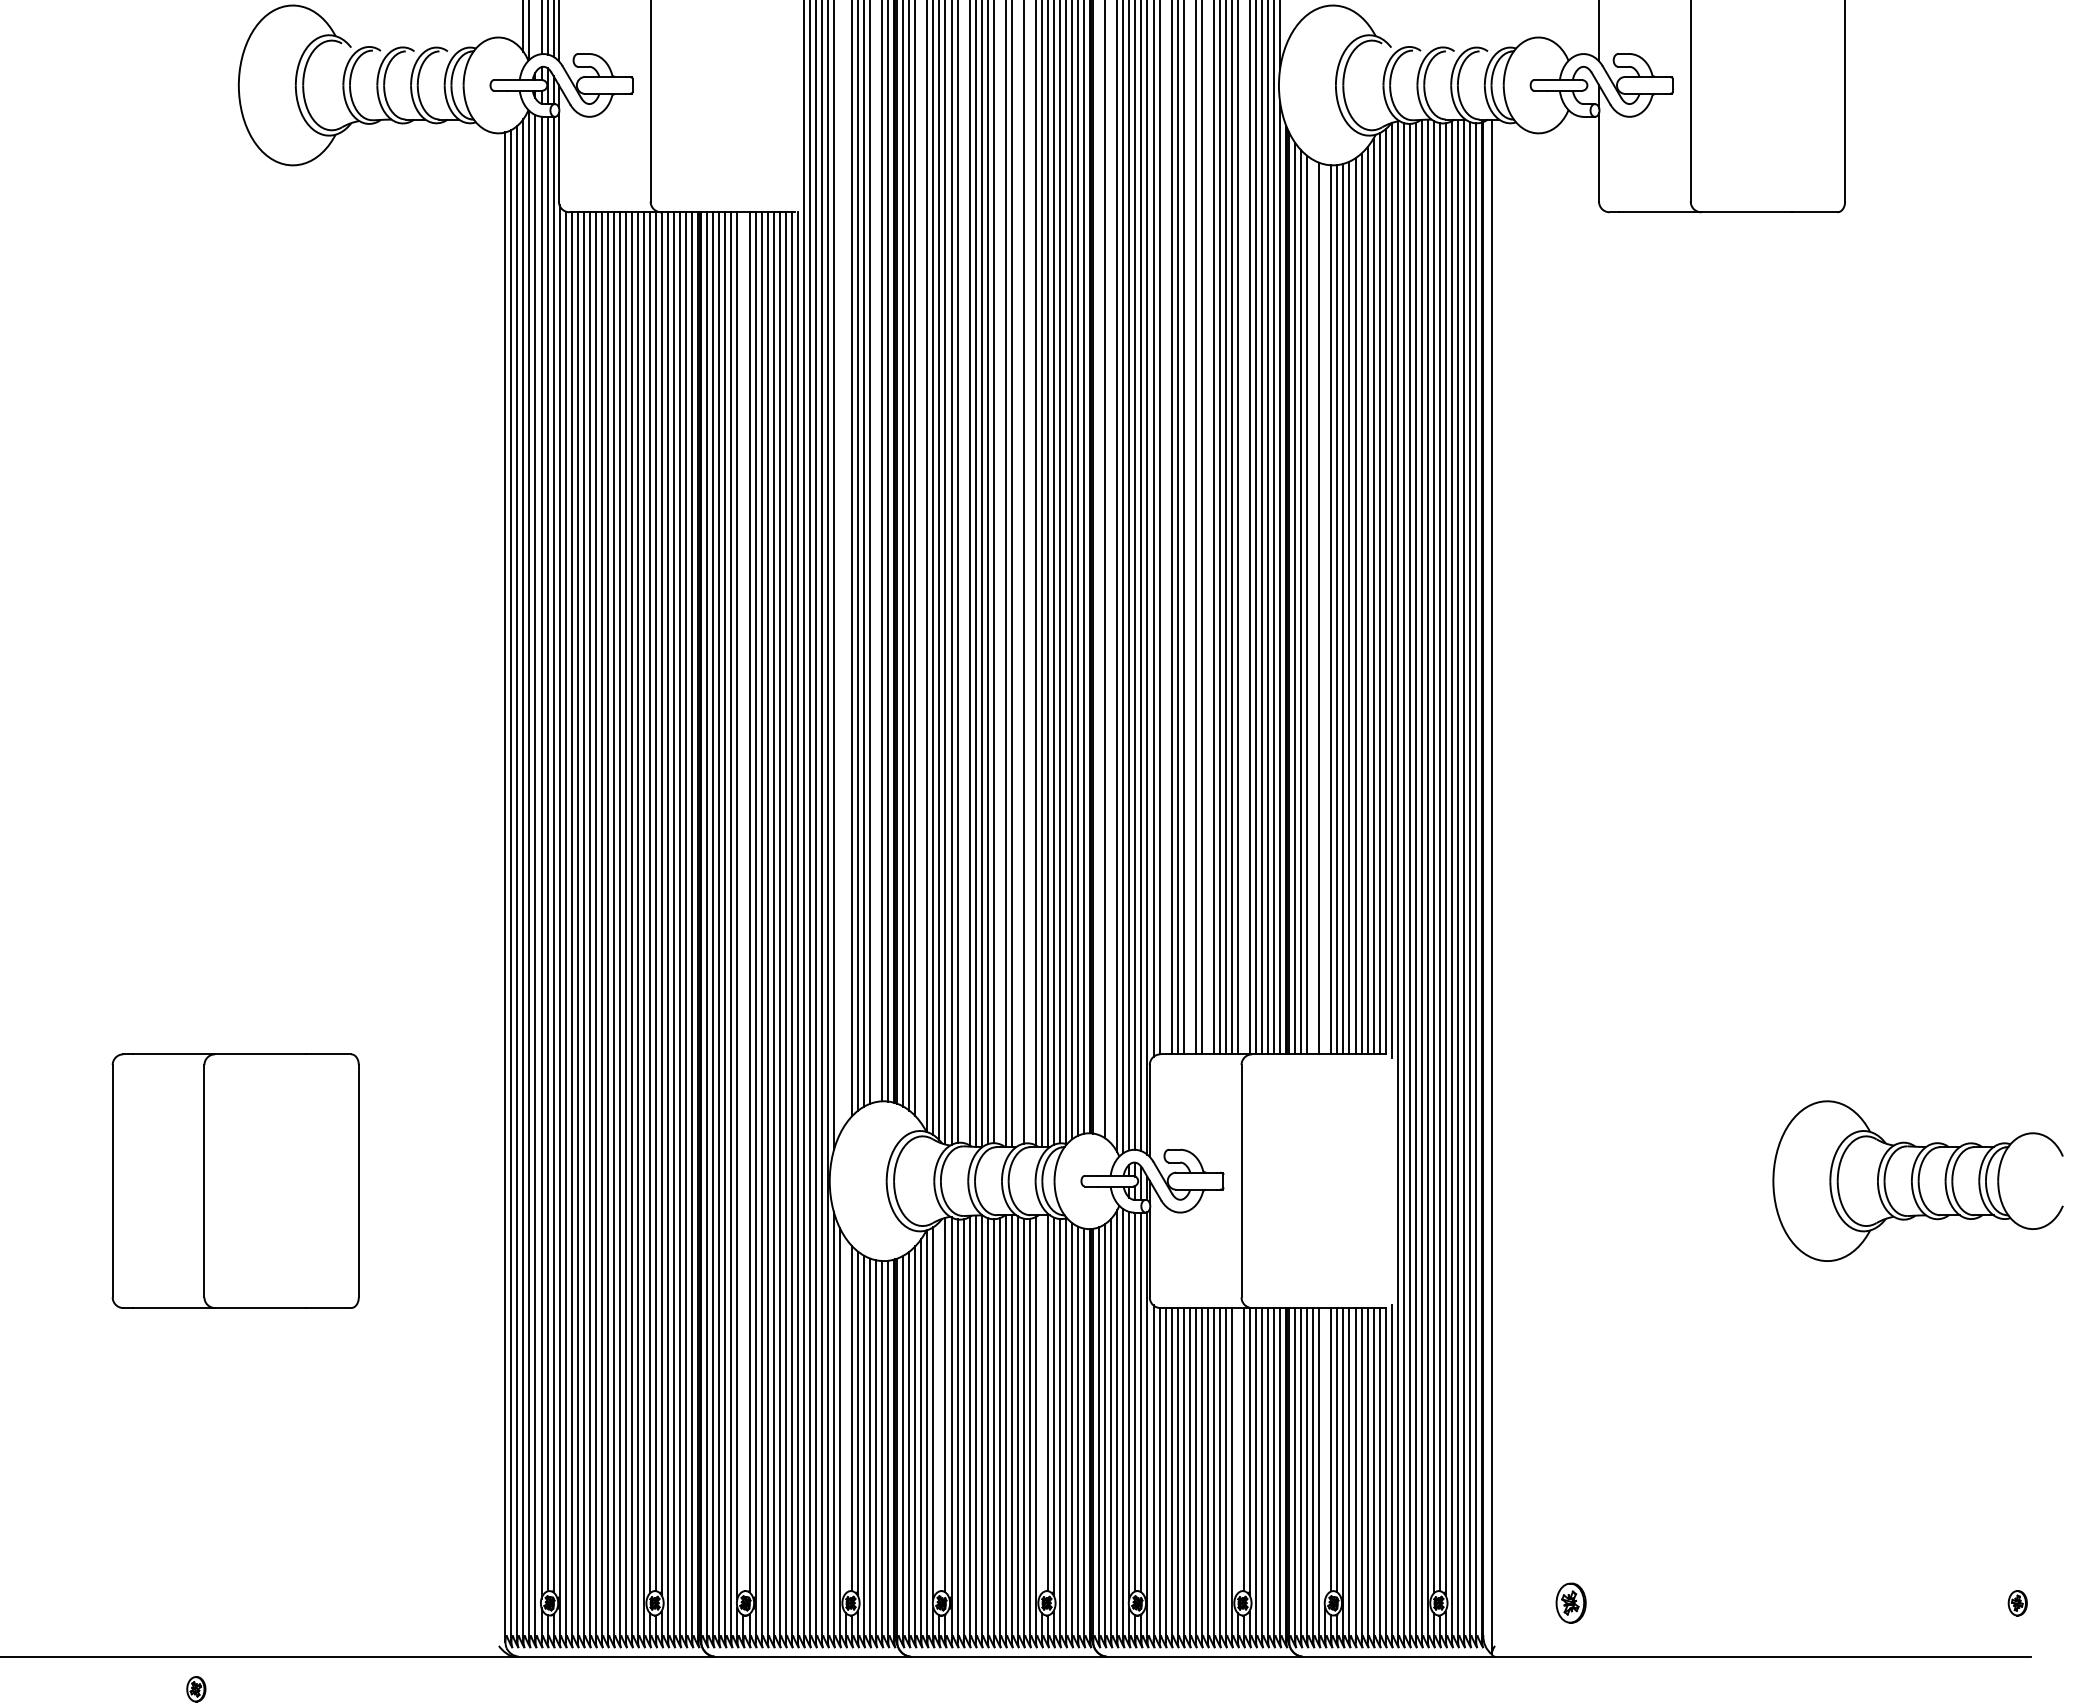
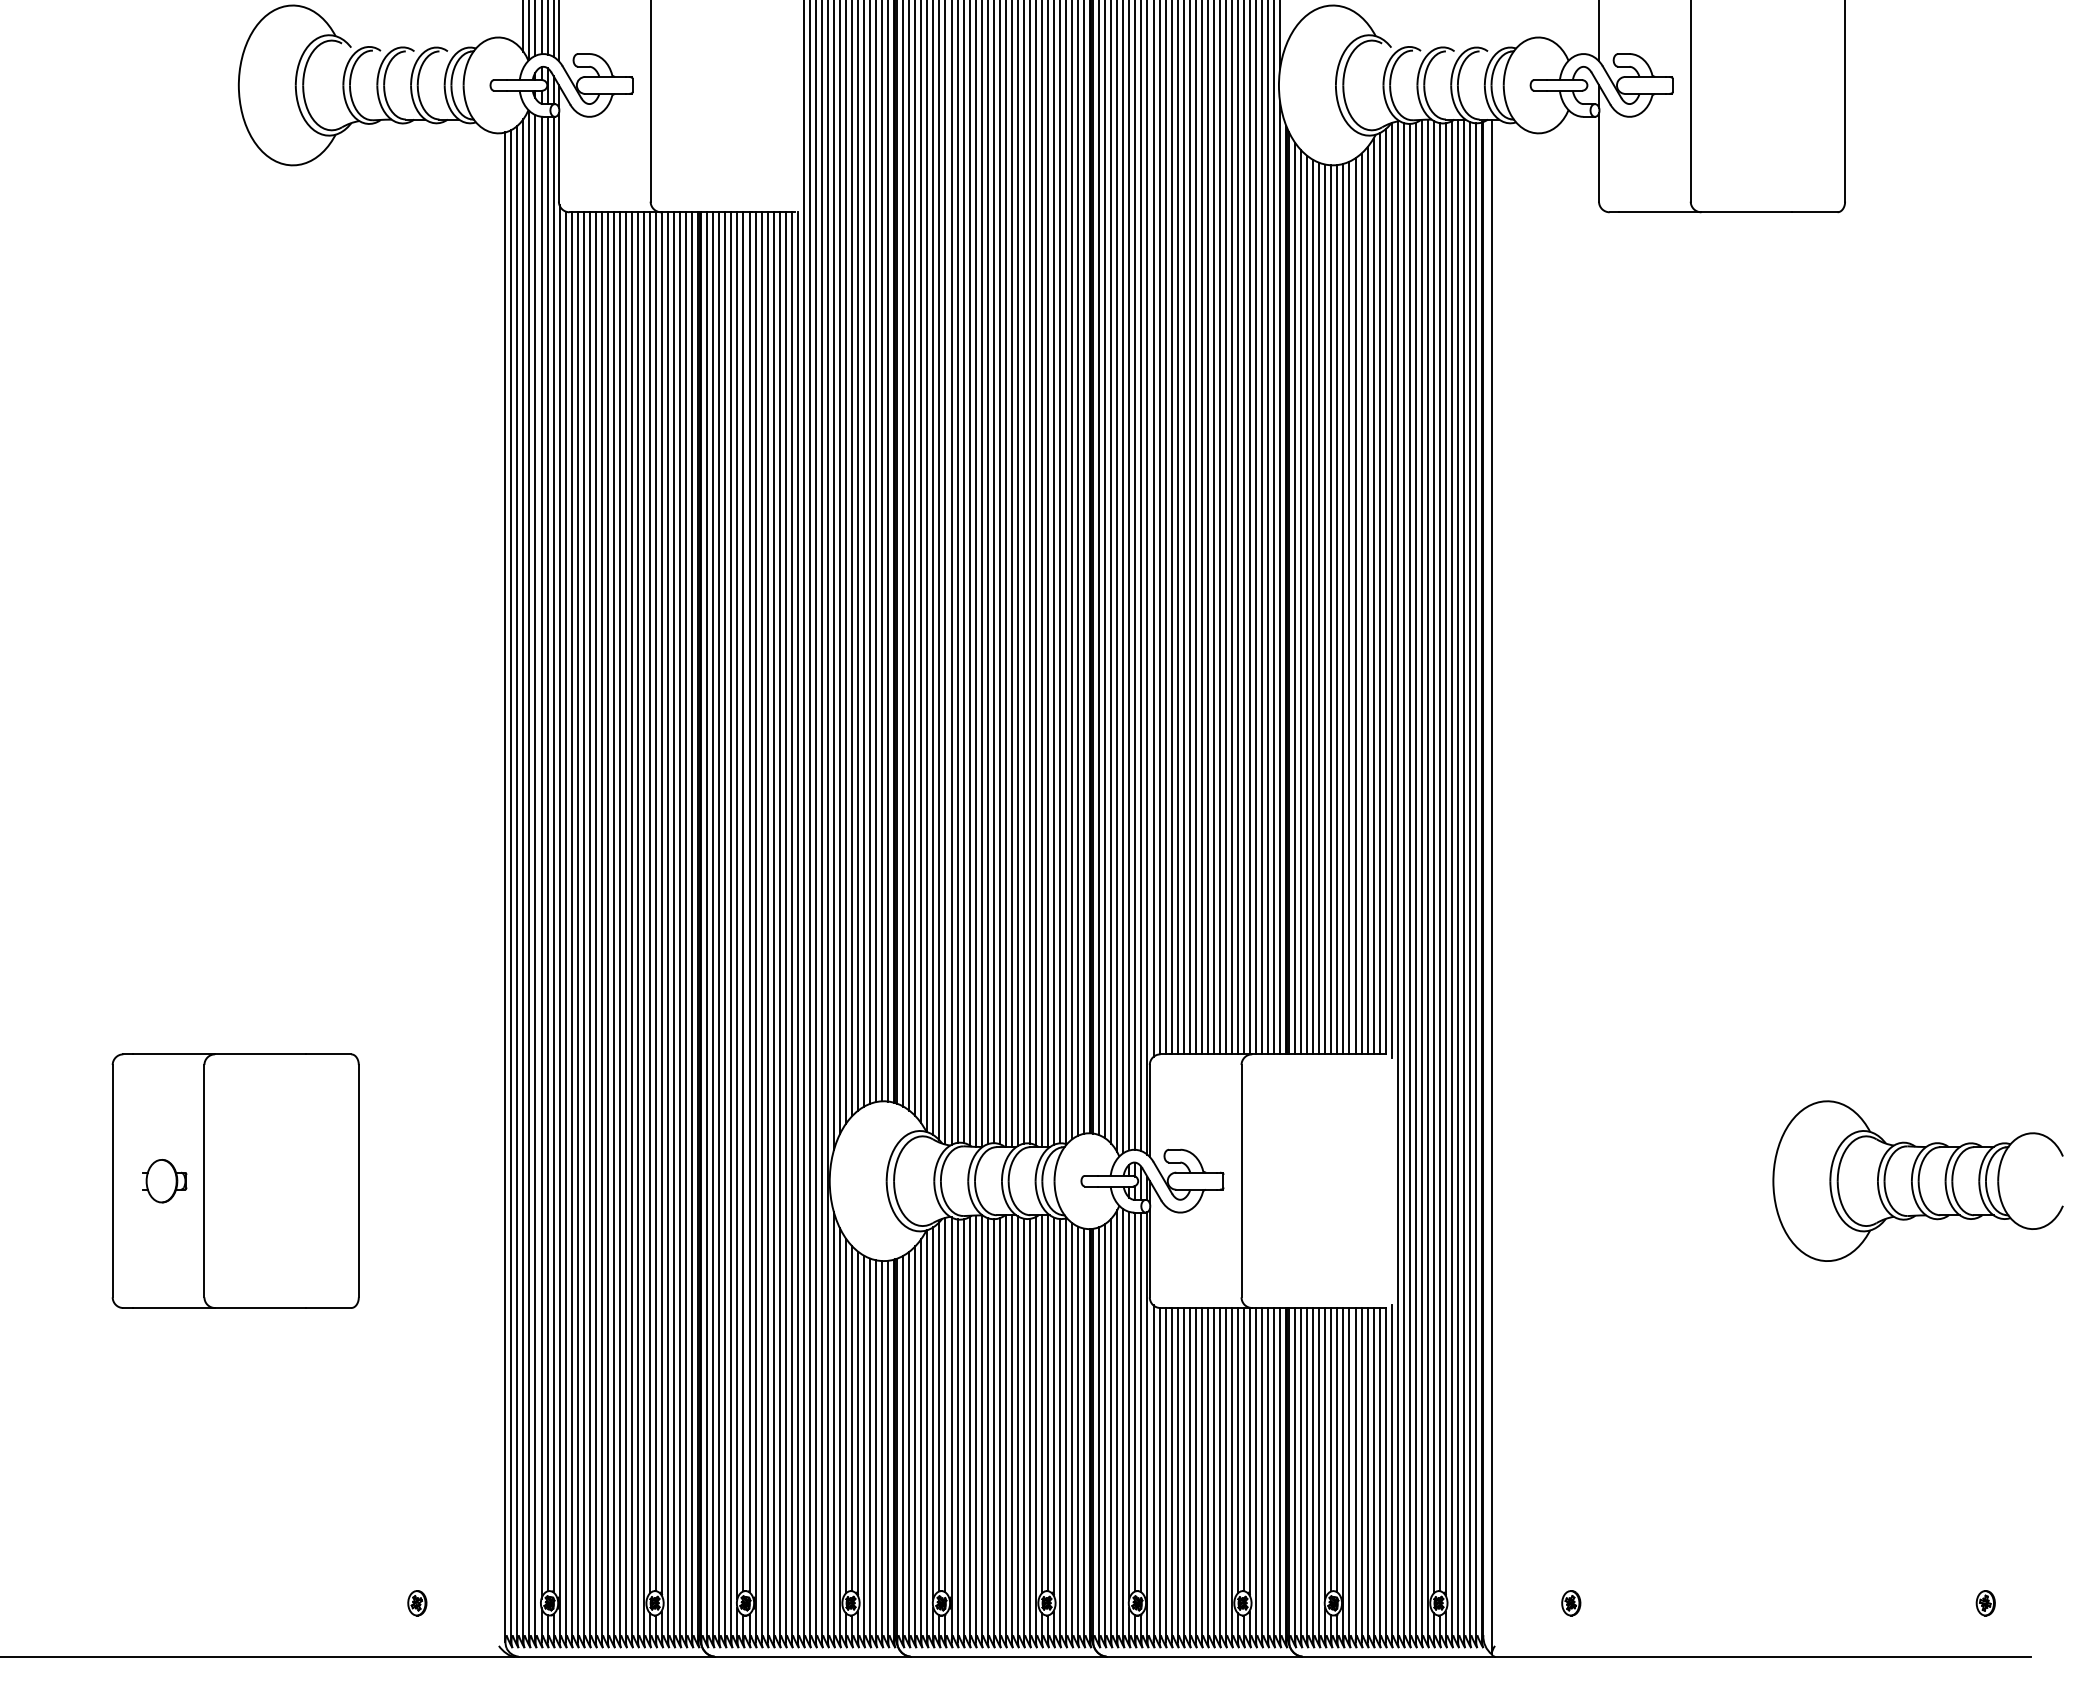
line at (535, 28): none -> present
line at (1165, 528): none -> present
line at (1189, 528): none -> present
line at (1207, 528): none -> present
line at (1243, 528): none -> present
line at (876, 552): none -> present
line at (845, 562): none -> present
line at (921, 562): none -> present
line at (839, 568): none -> present
line at (1099, 568): none -> present
line at (963, 572): none -> present
line at (1029, 572): none -> present
line at (1111, 572): none -> present
line at (999, 573): none -> present
line at (1017, 574): none -> present
line at (1313, 606): none -> present
line at (1325, 609): none -> present
line at (743, 901): none -> present
part at (164, 1181): none -> present
line at (1041, 1404): none -> present
line at (939, 1406): none -> present
line at (845, 1415): none -> present
line at (1237, 1450): none -> present
line at (1325, 1453): none -> present
part at (1570, 1602) size: 32x42 px -> 21x27 px
part at (2017, 1603) position: (2017, 1603) -> (1985, 1603)
part at (196, 1689) position: (196, 1689) -> (417, 1603)
